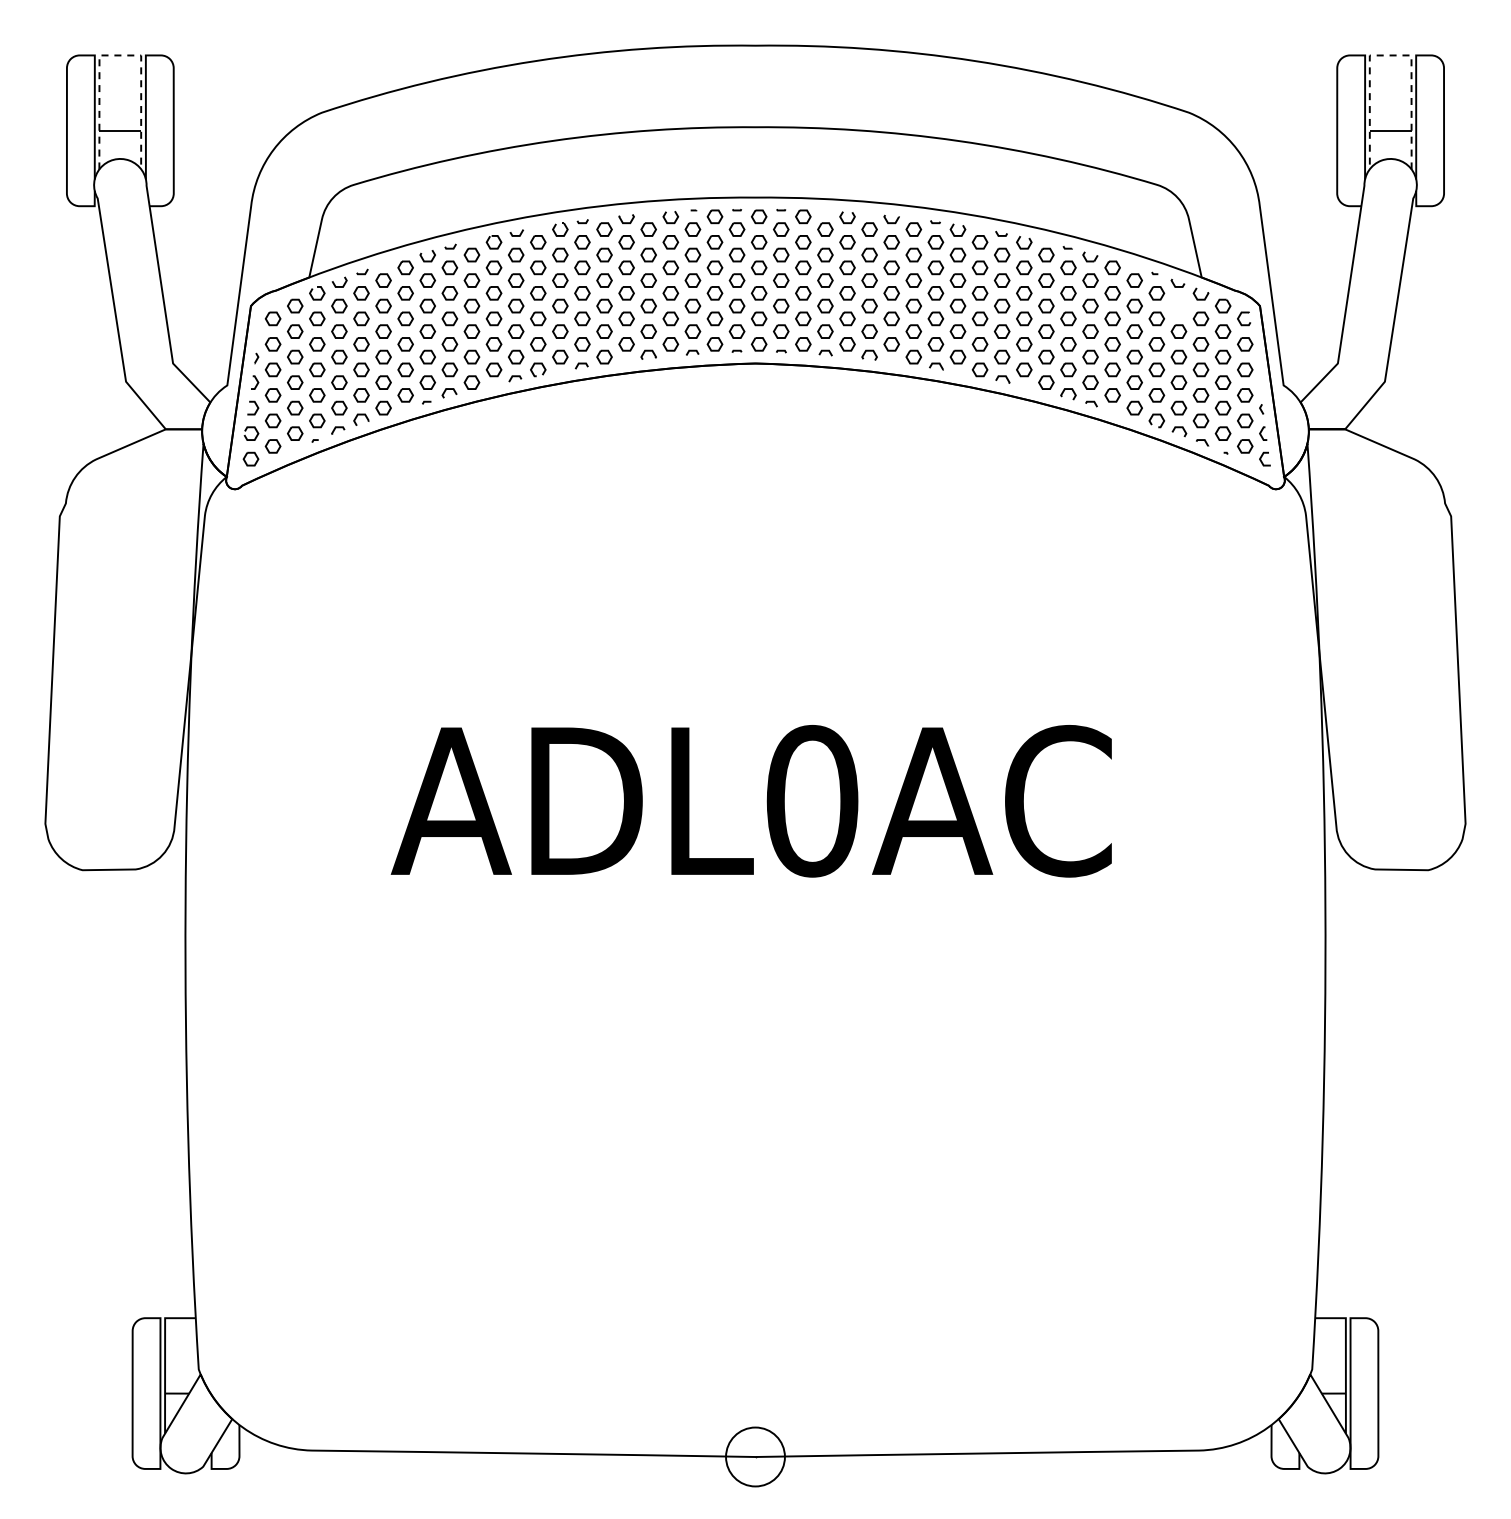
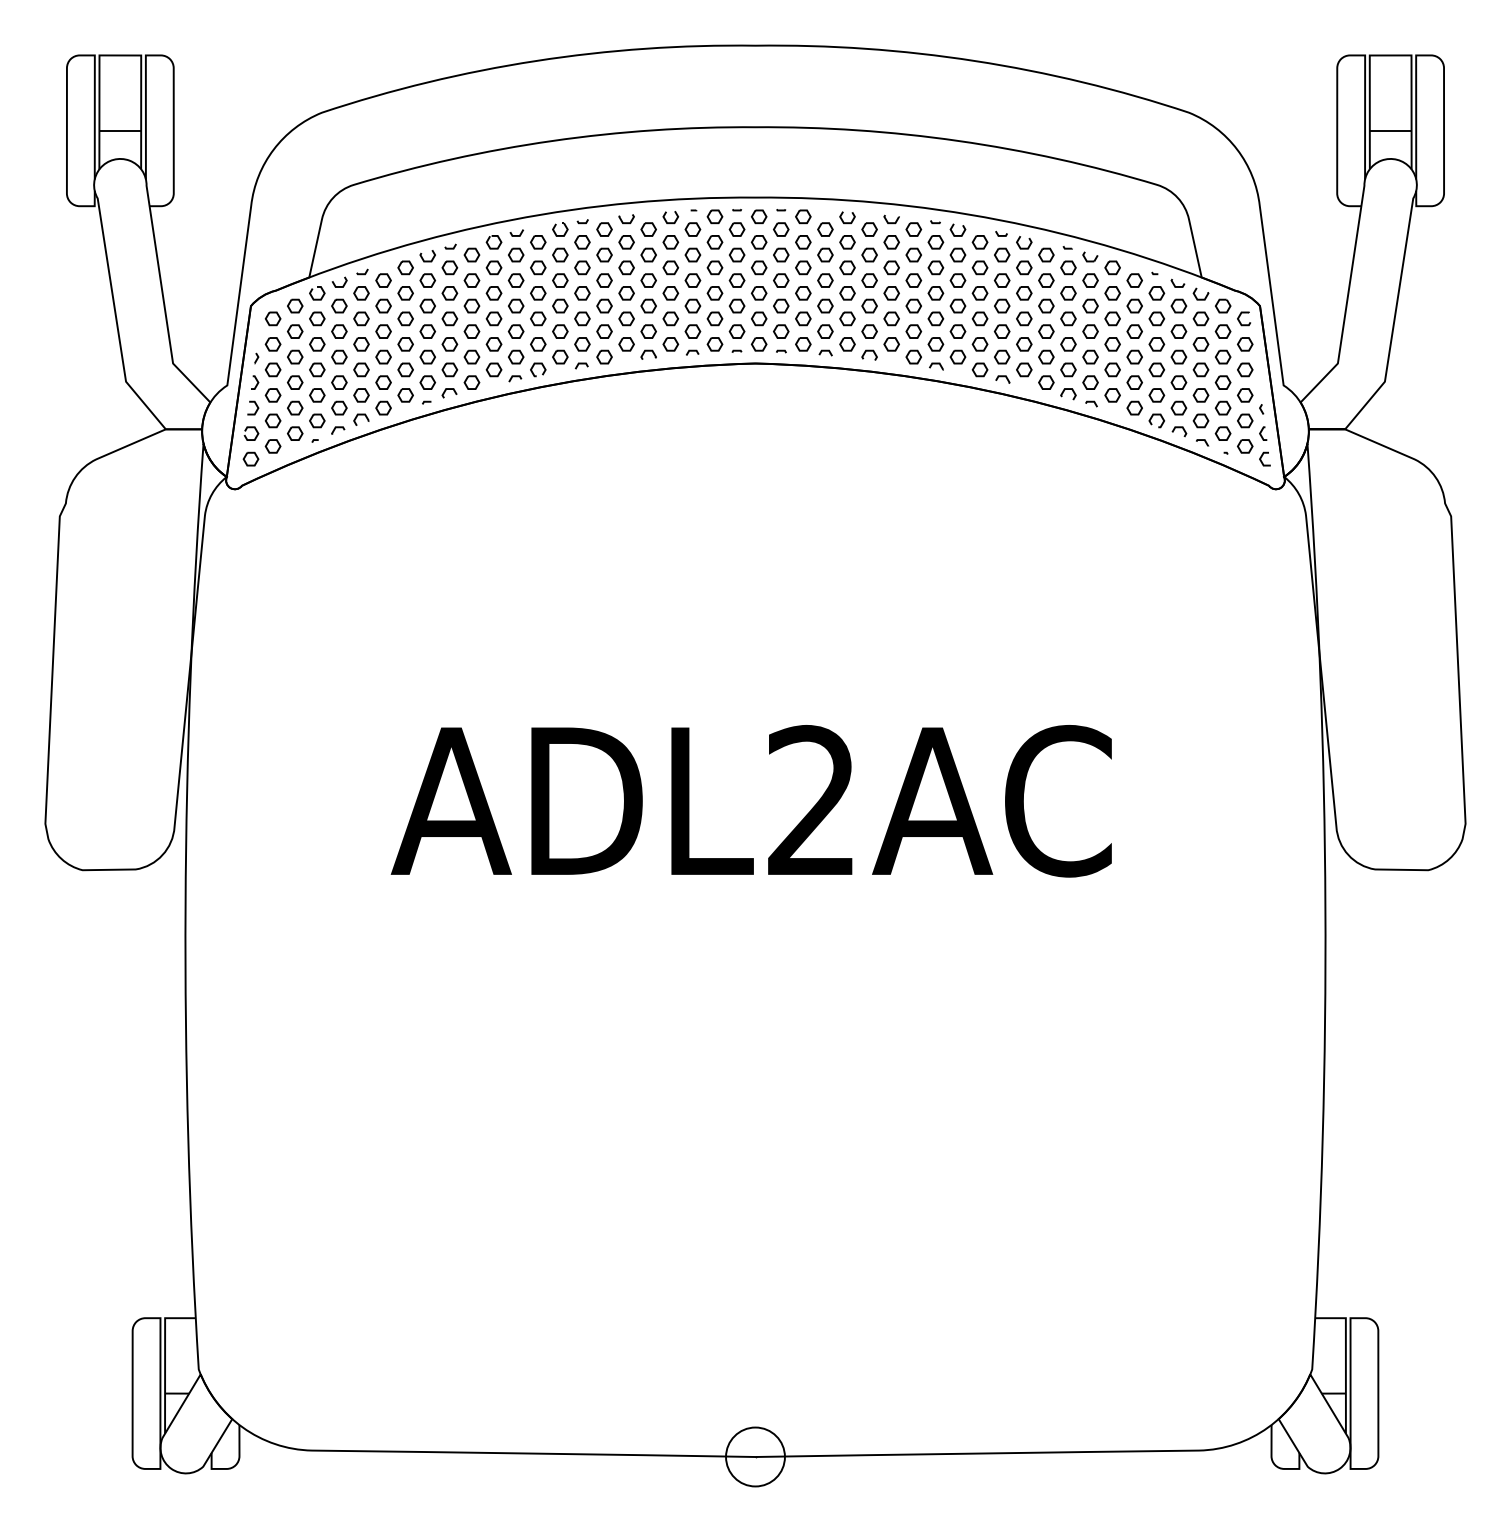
line at (120, 55): dashed -> solid
line at (1390, 55): dashed -> solid
part at (1178, 305): none -> present
text at (812, 801): ADL0AC -> ADL2AC
